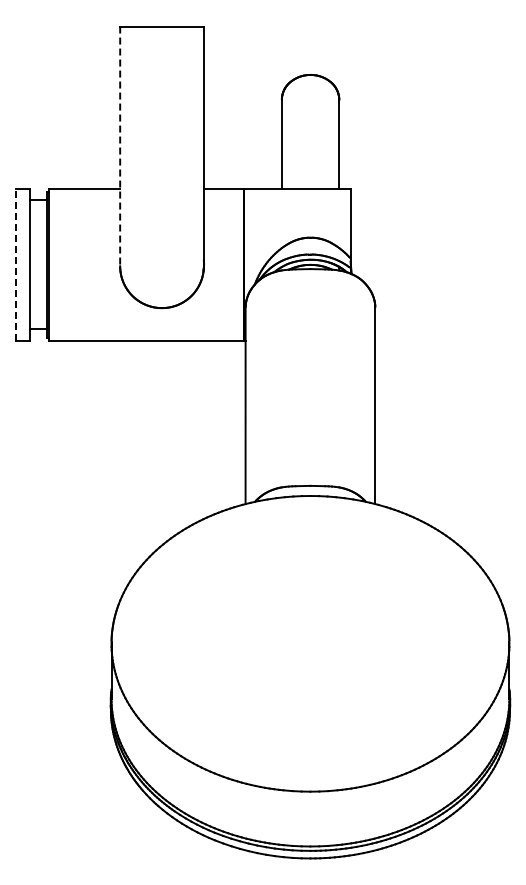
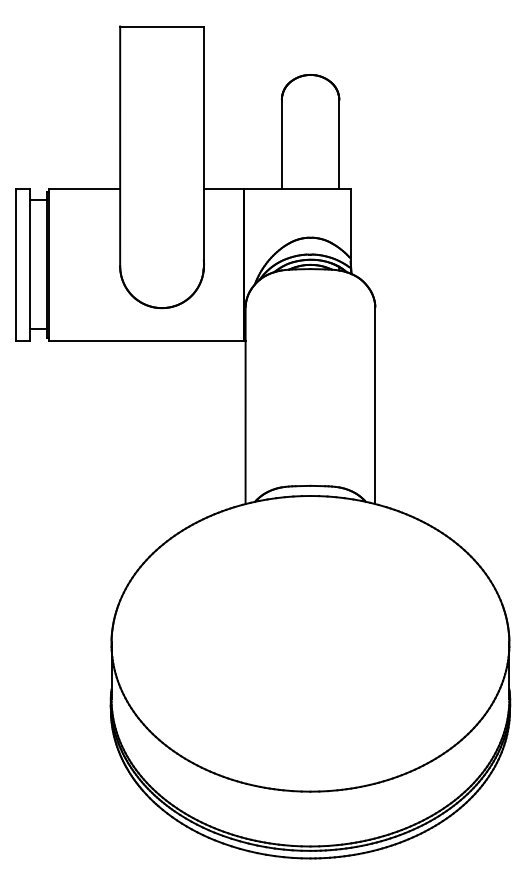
line at (120, 146): dashed -> solid
line at (15, 264): dashed -> solid
